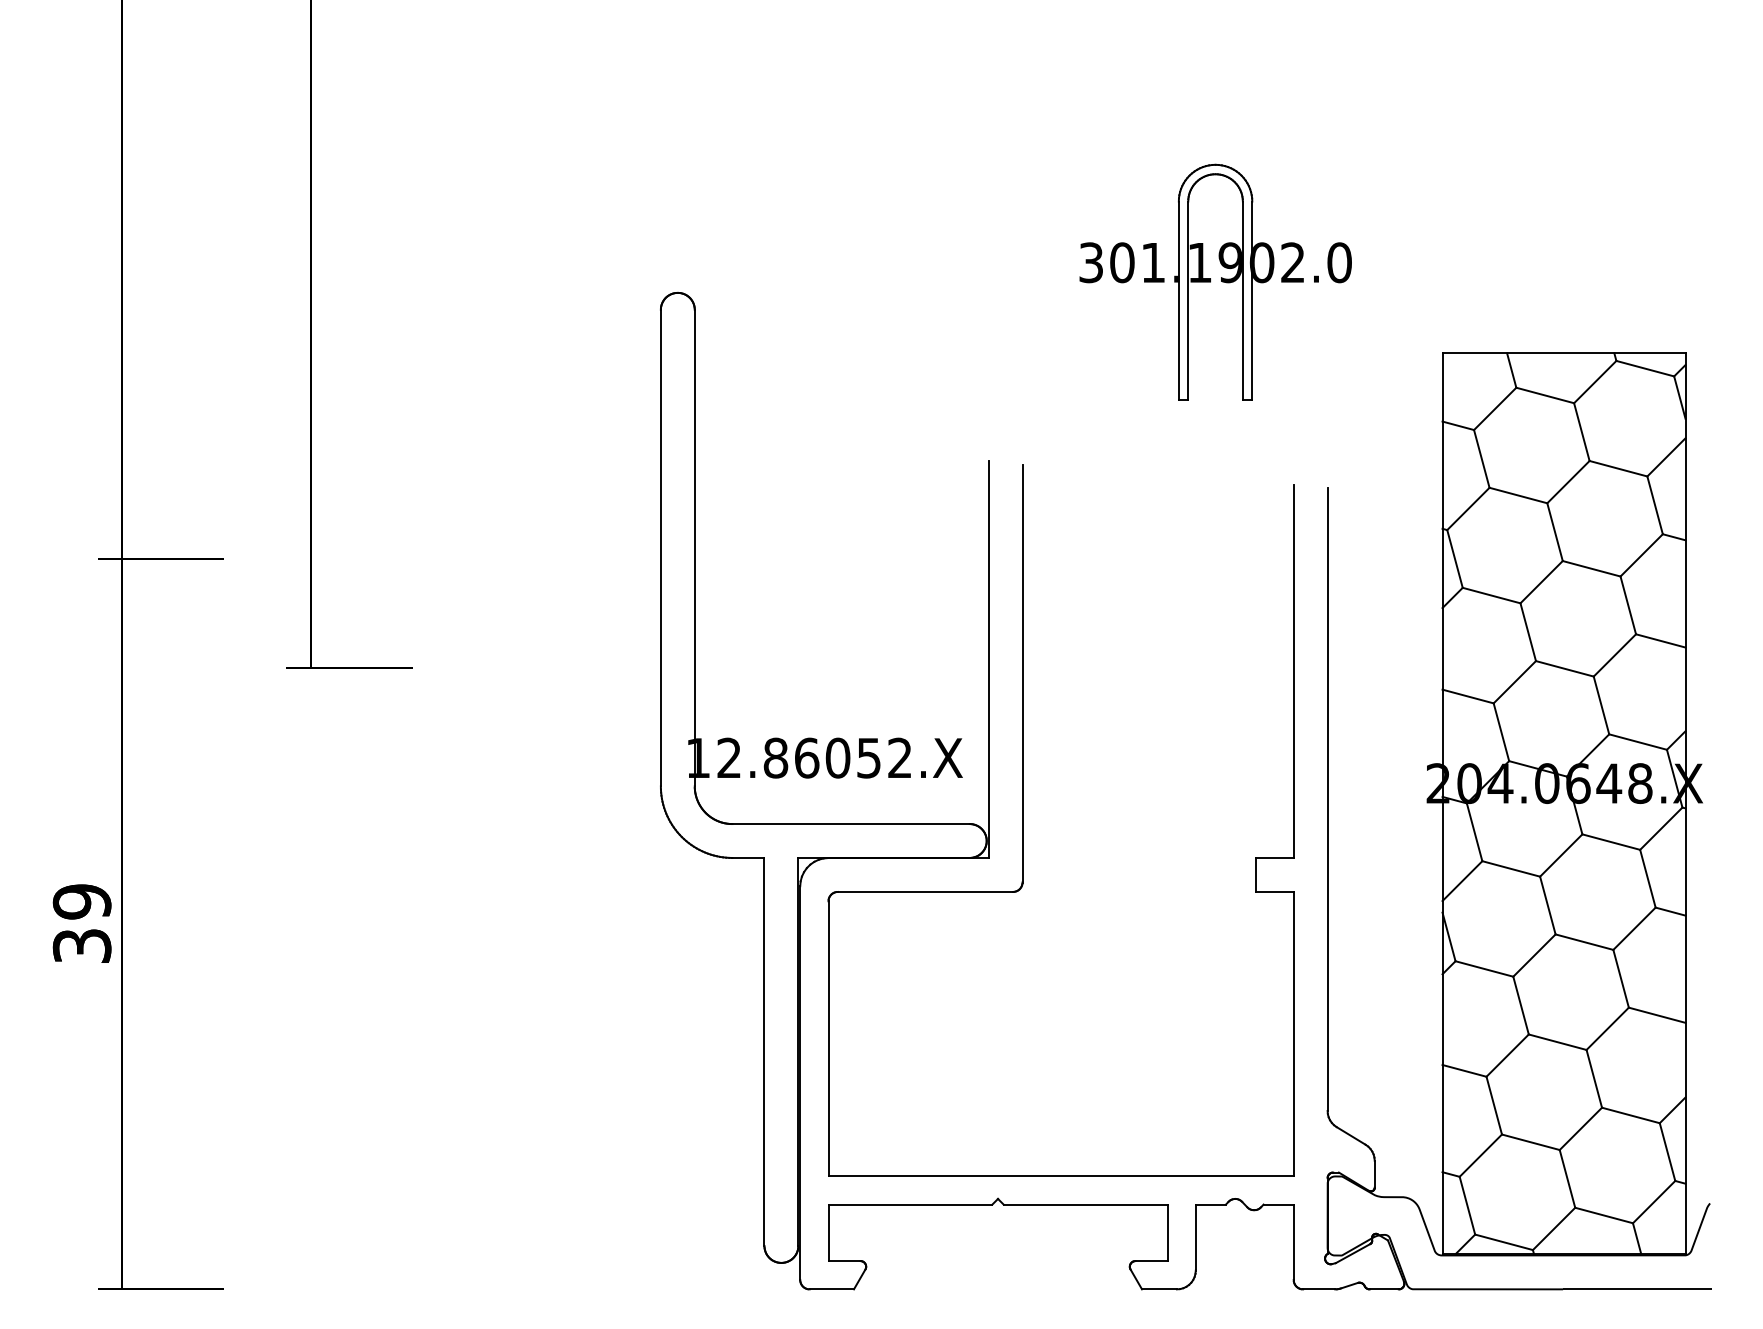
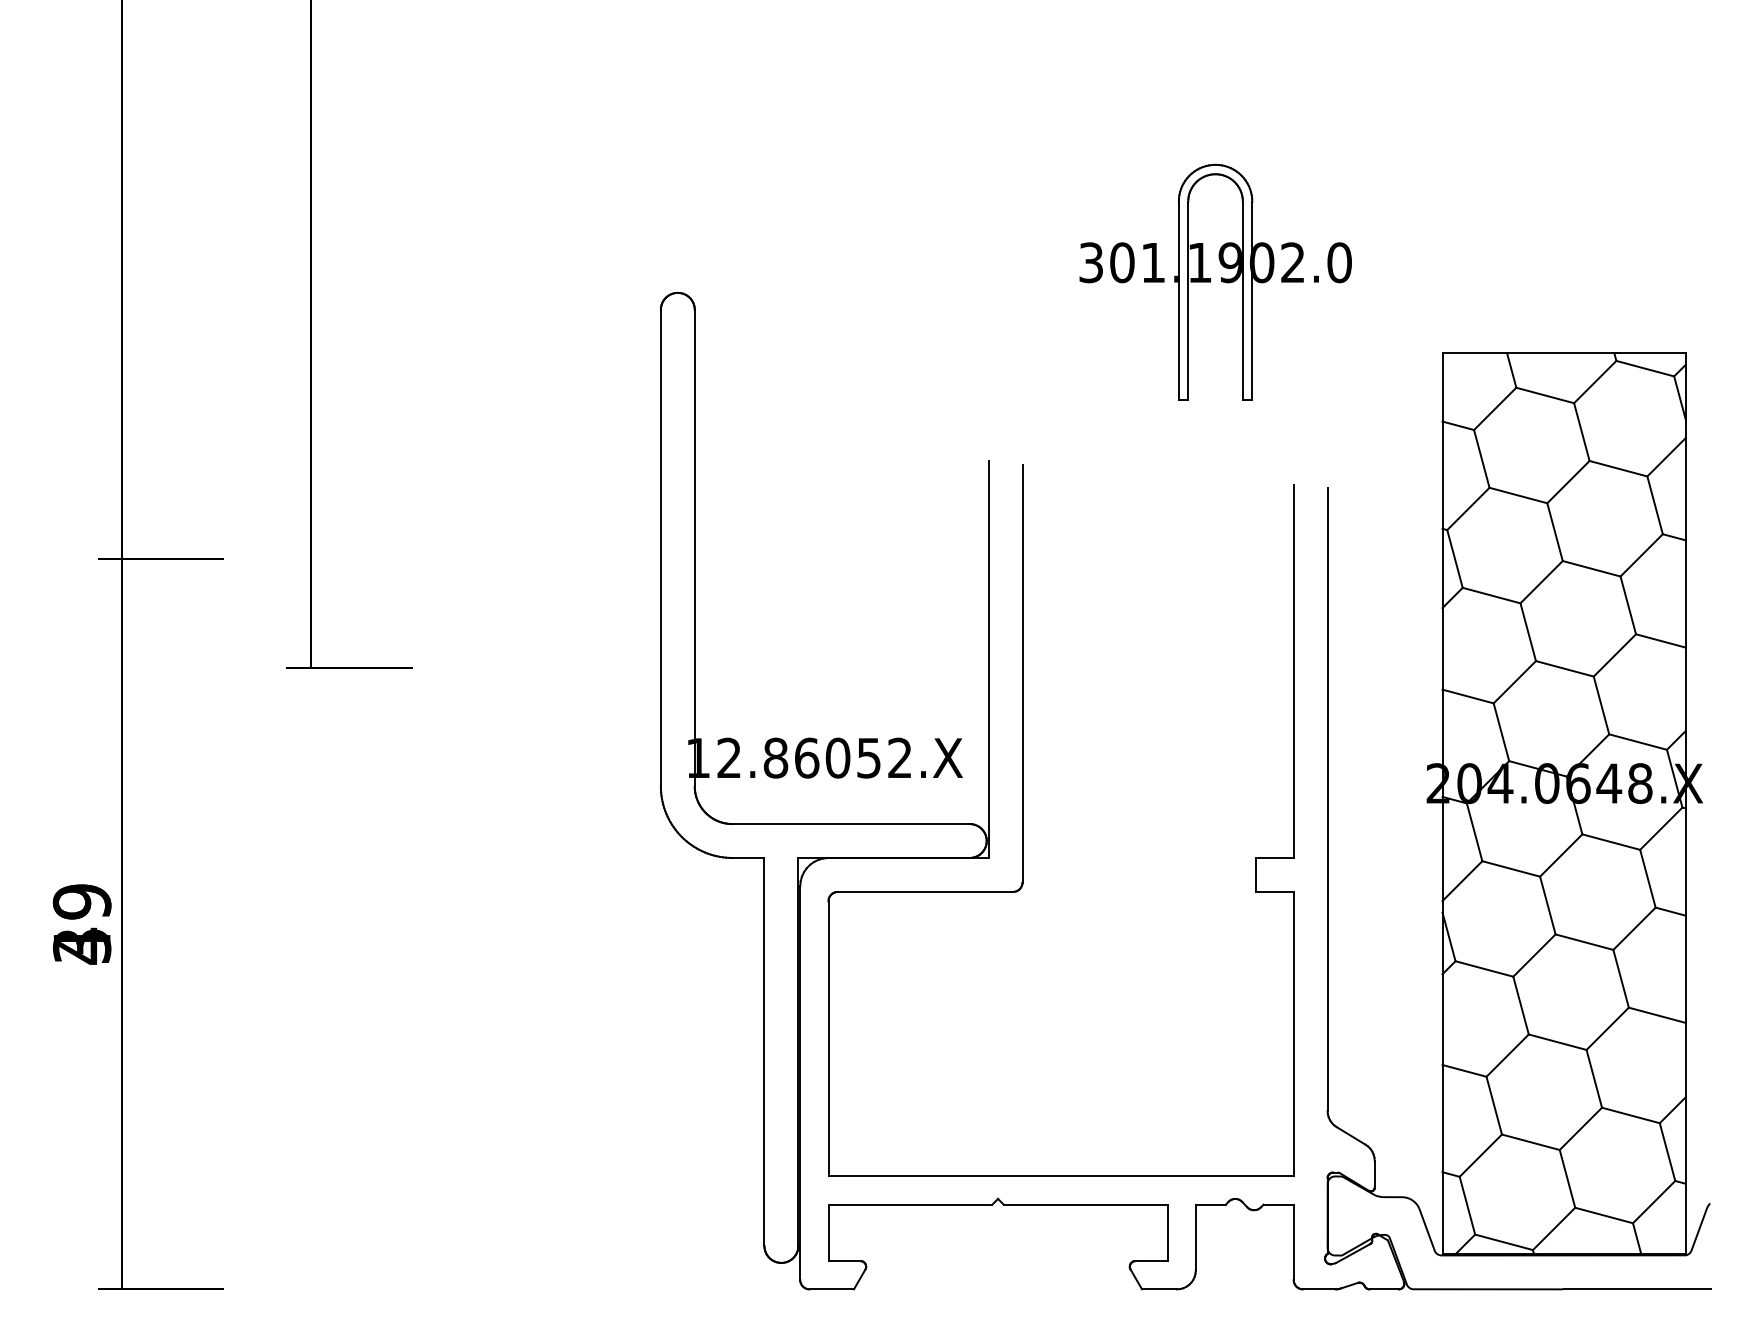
text at (82, 945): 39 -> 49
